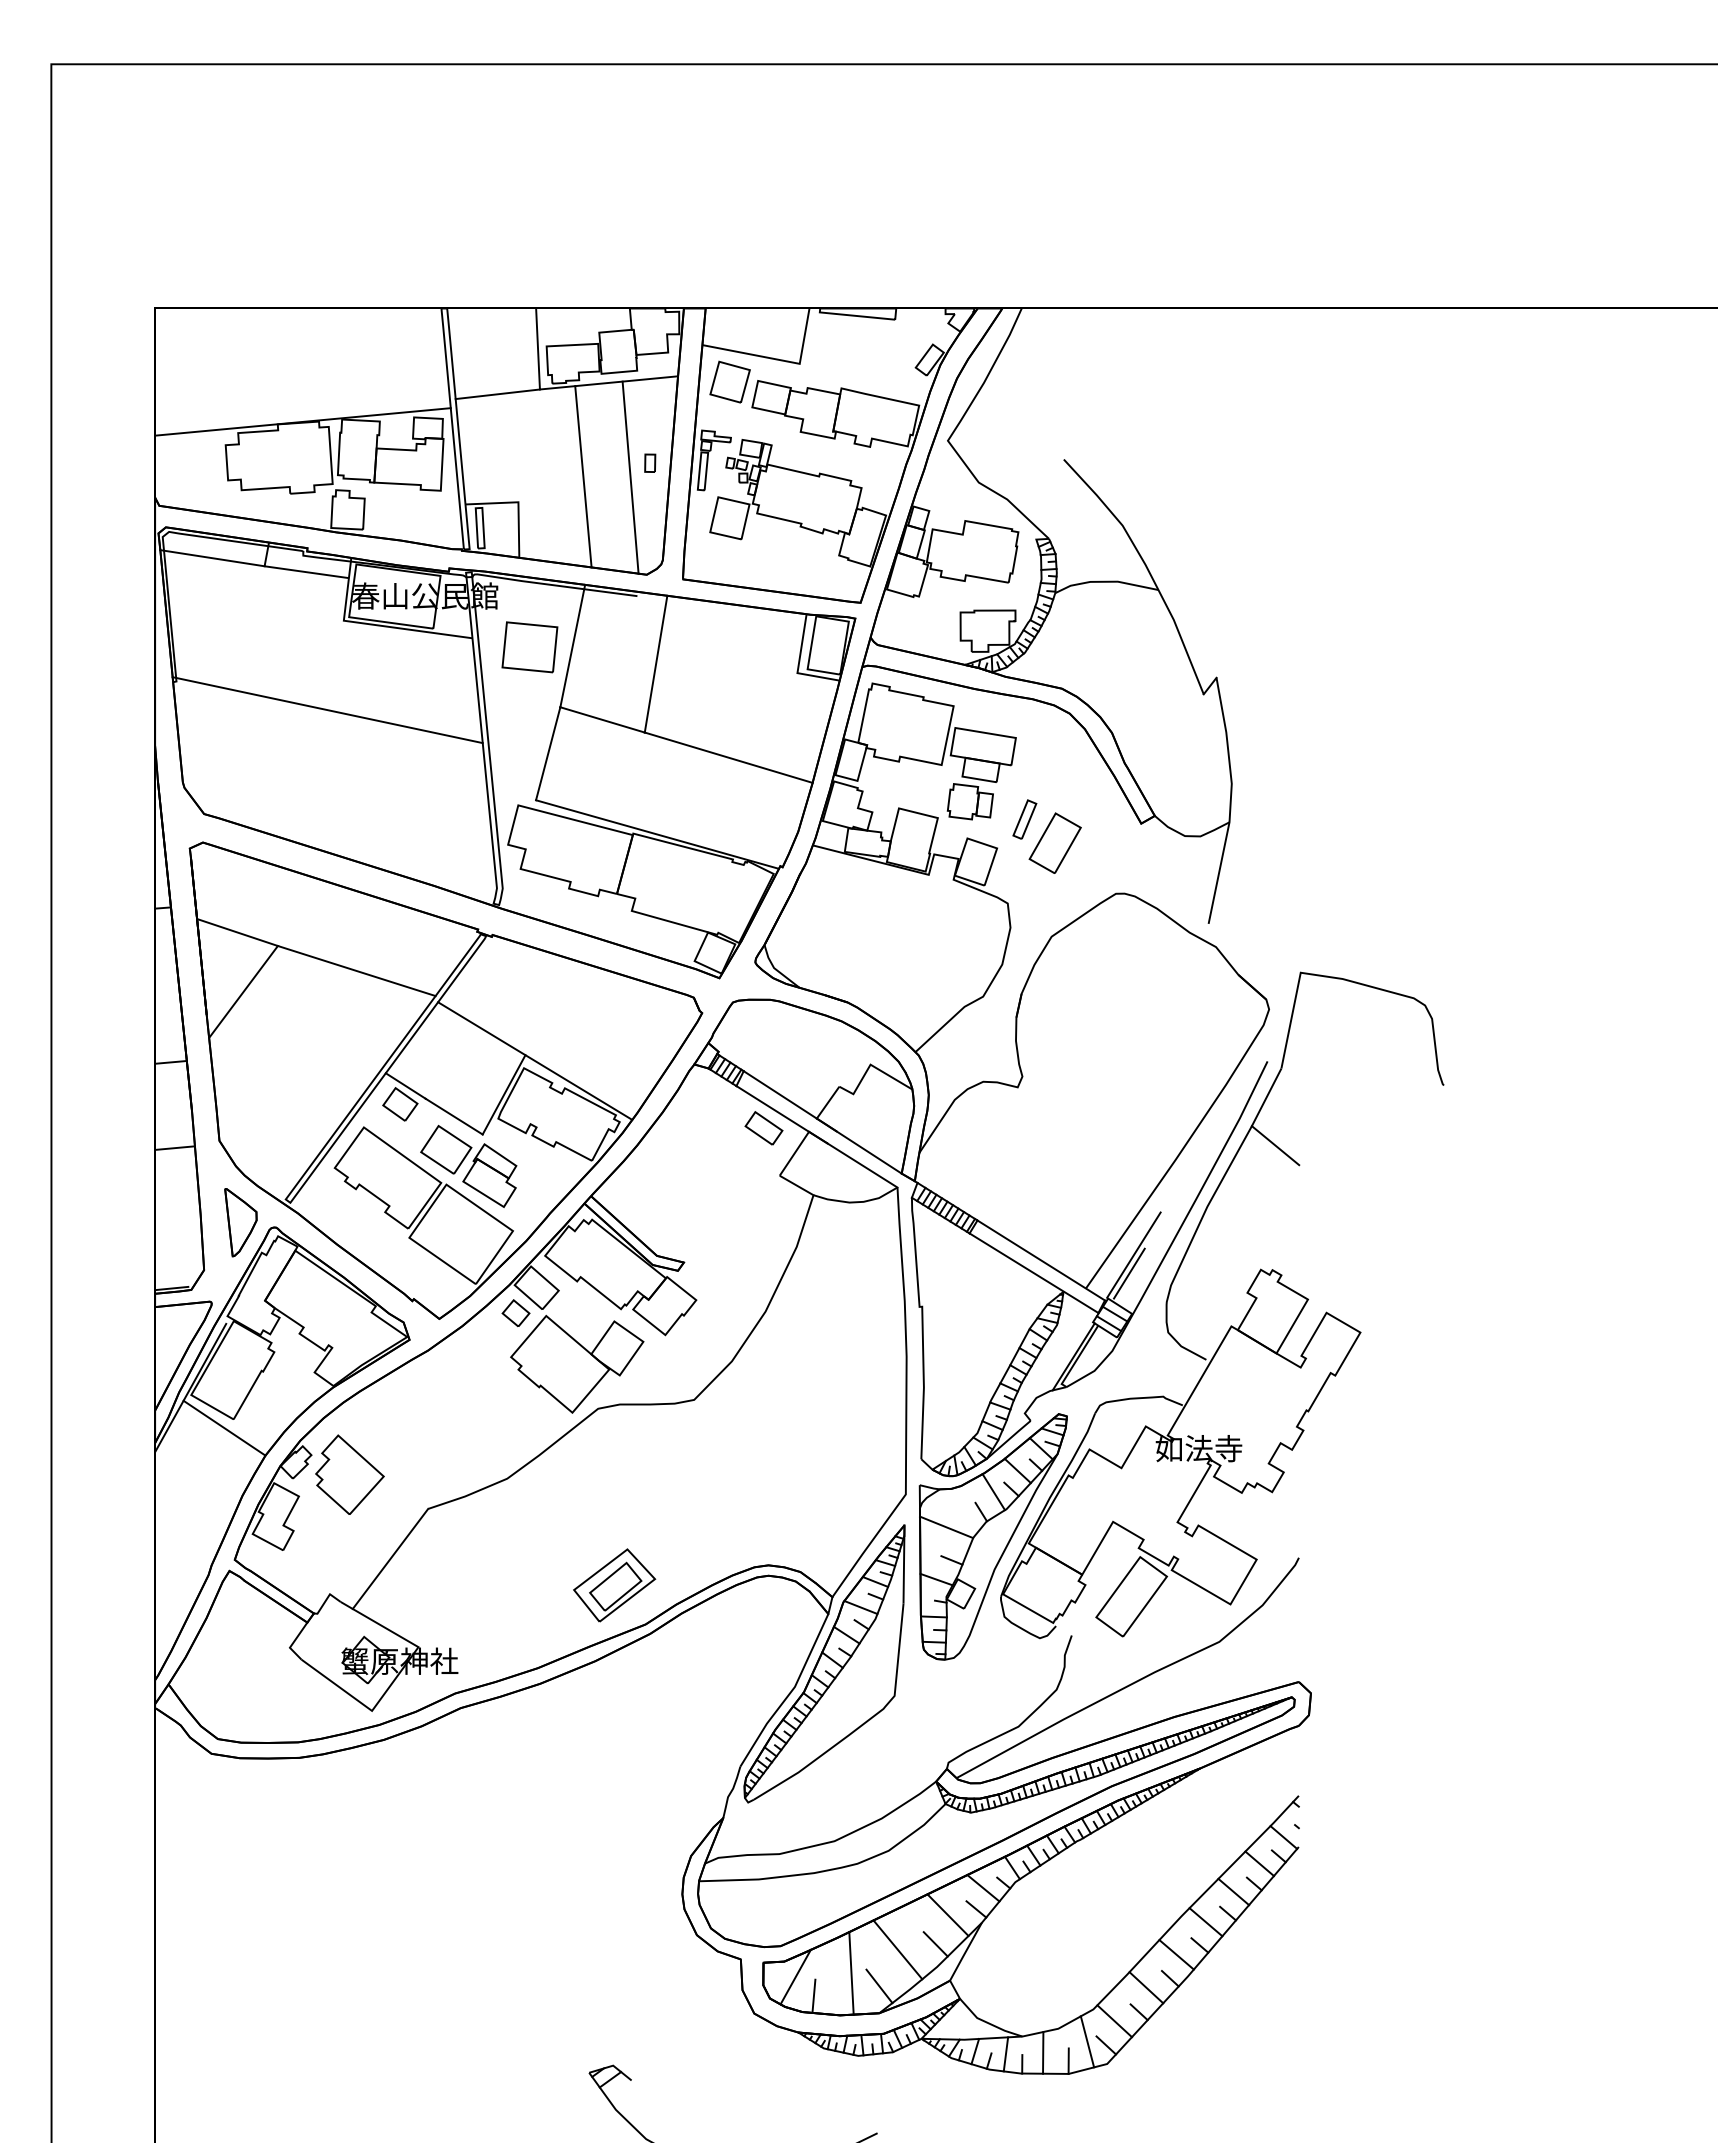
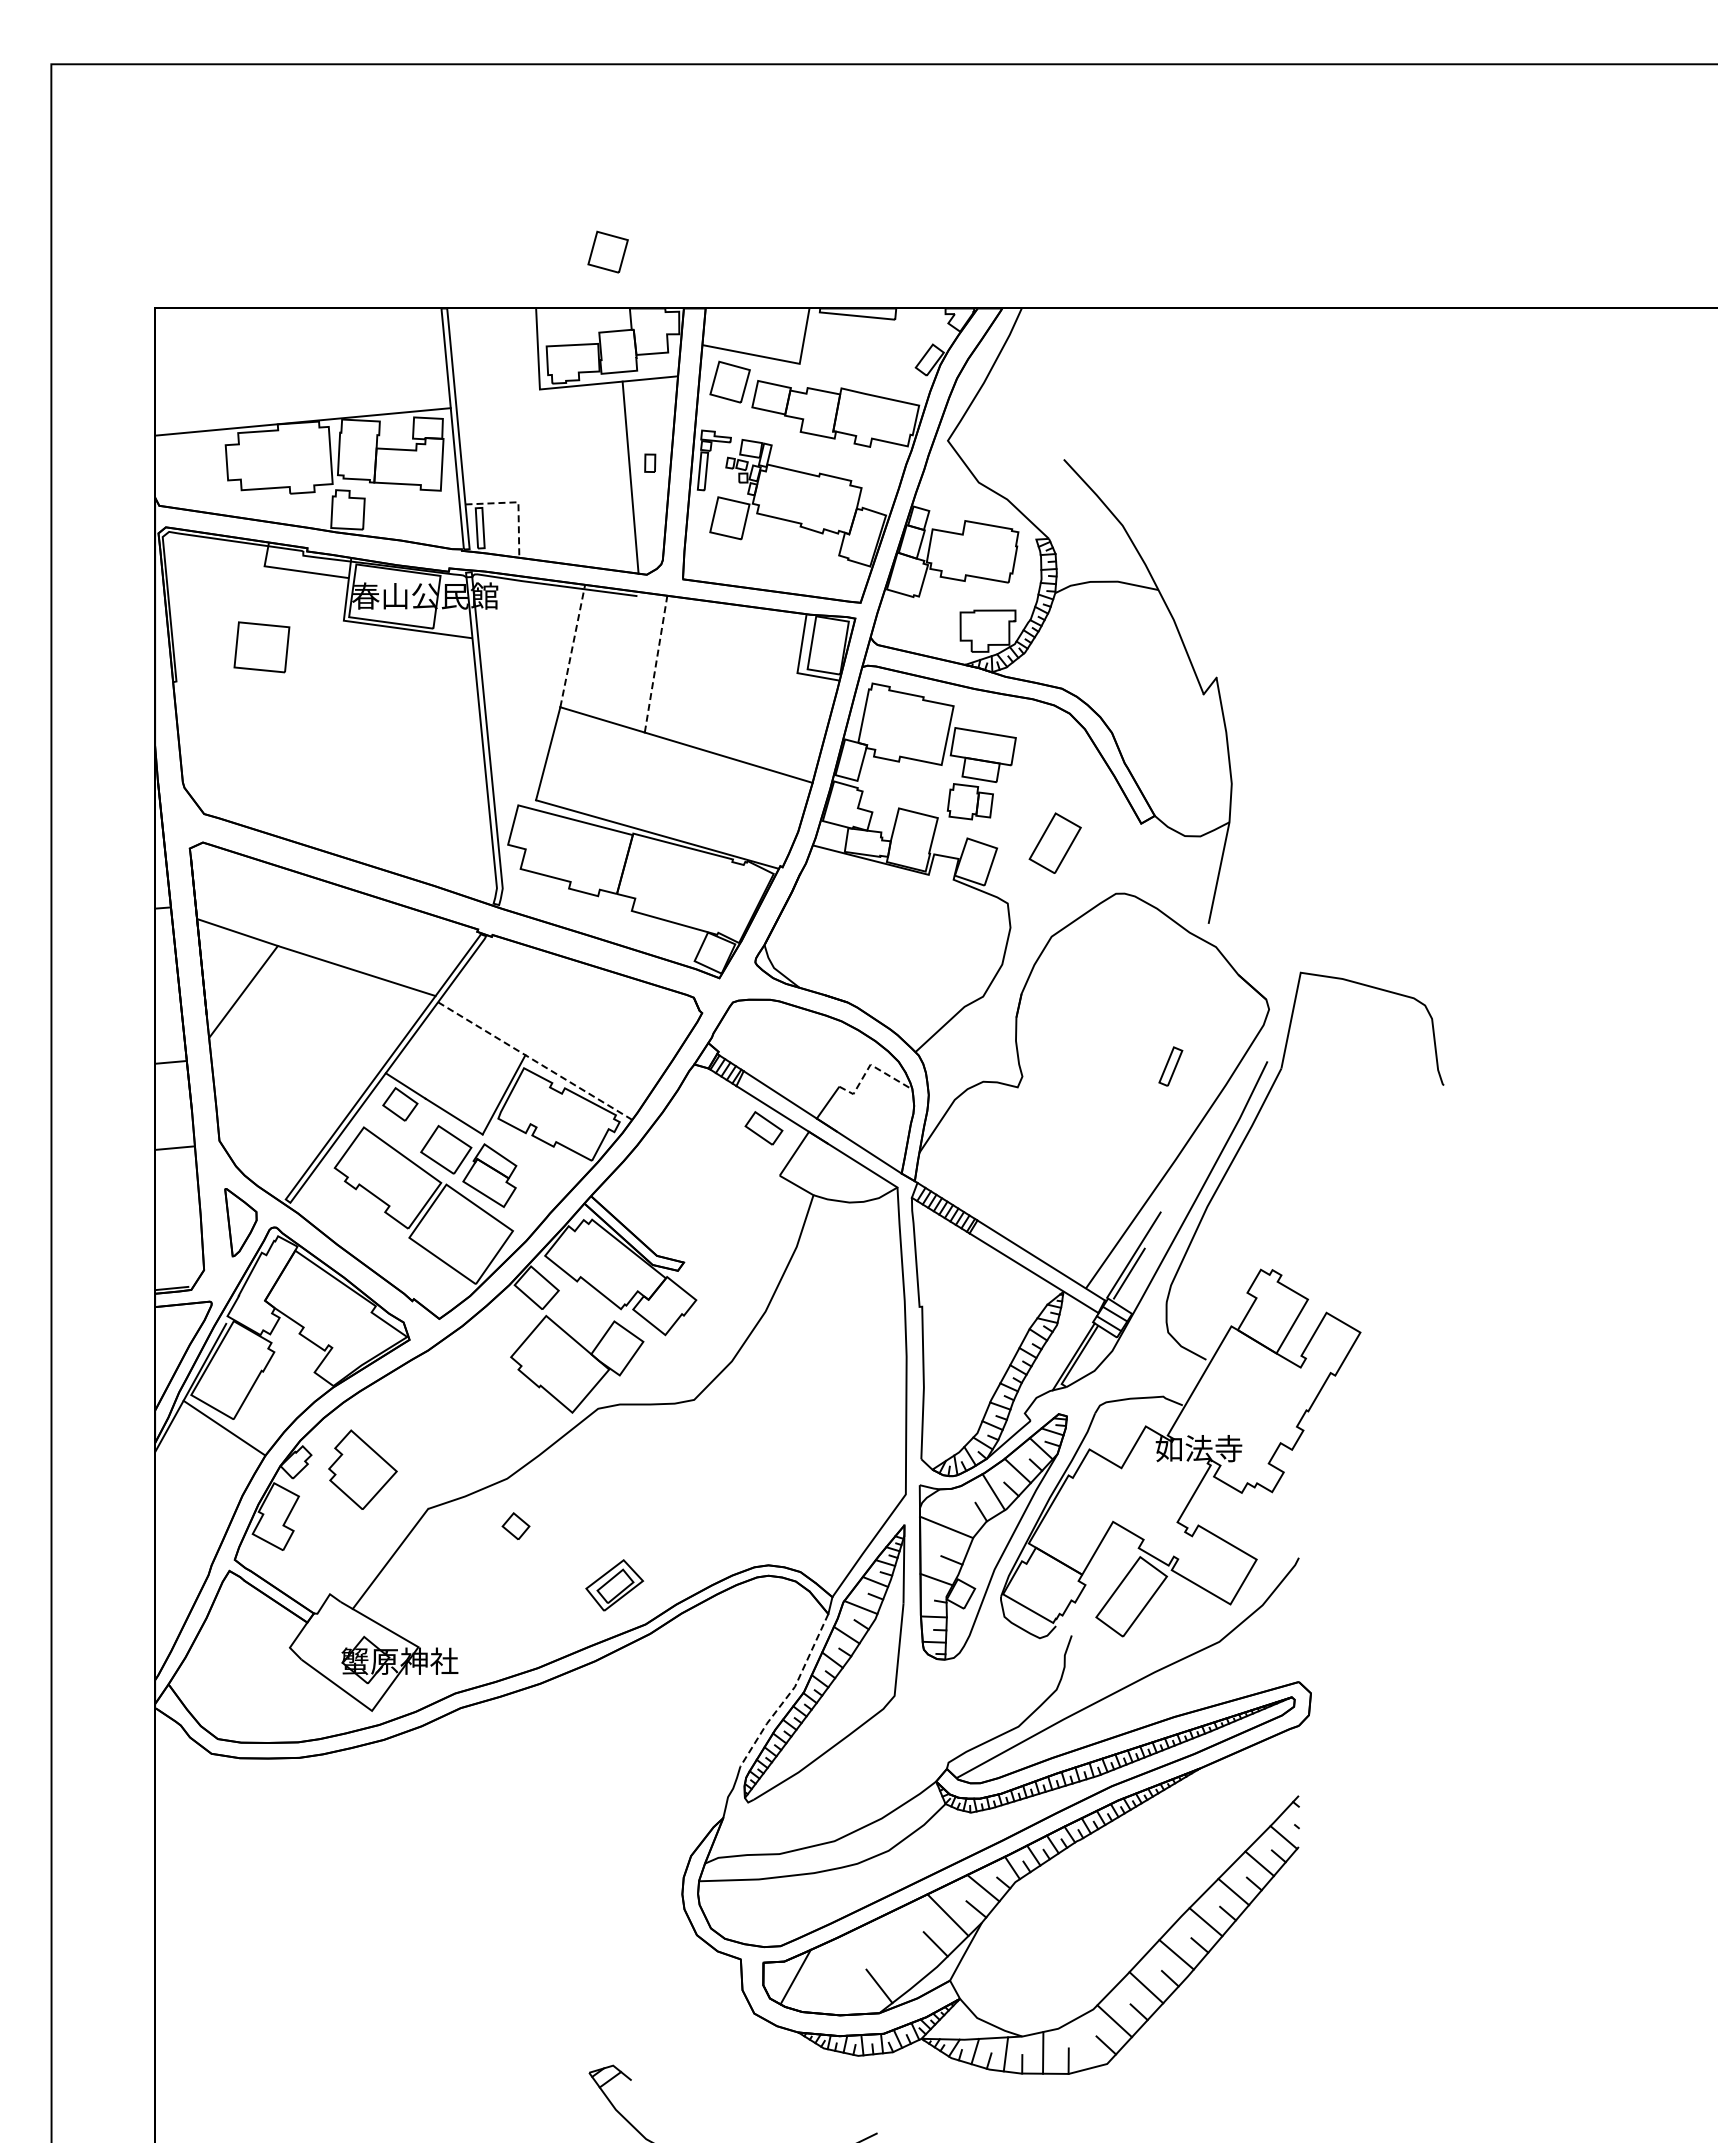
part at (607, 251): none -> present
line at (497, 394): present -> none
line at (583, 476): present -> none
line at (518, 503): solid -> dashed
line at (212, 558): present -> none
line at (572, 645): solid -> dashed
part at (529, 647) position: (529, 647) -> (261, 647)
line at (656, 663): solid -> dashed
line at (327, 710): present -> none
part at (1024, 819) position: (1024, 819) -> (1170, 1066)
line at (535, 1061): solid -> dashed
line at (870, 1065): solid -> dashed
line at (1275, 1145): present -> none
part at (515, 1312) position: (515, 1312) -> (515, 1525)
part at (349, 1474) position: (349, 1474) -> (362, 1469)
part at (614, 1585) size: 84x75 px -> 60x53 px
line at (789, 1693): solid -> dashed
line at (897, 1949): present -> none
line at (851, 1973): present -> none
line at (813, 1995): present -> none
line at (1087, 2041): present -> none
